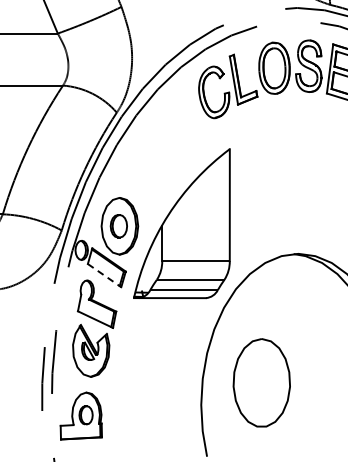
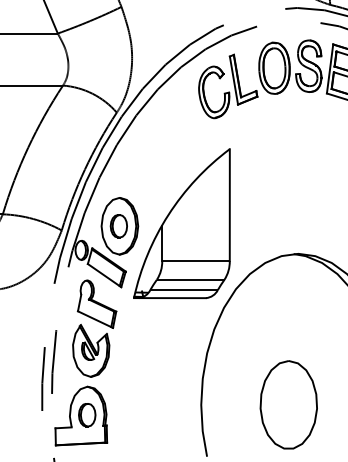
line at (105, 275): dashed -> solid
part at (261, 382) position: (261, 382) -> (288, 404)
part at (80, 415) size: 44x50 px -> 55x62 px
